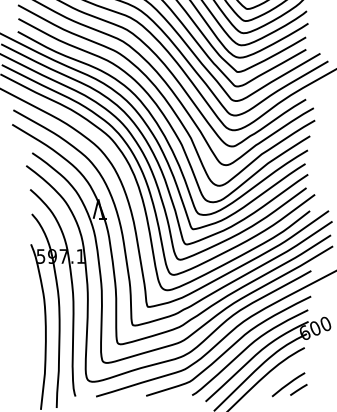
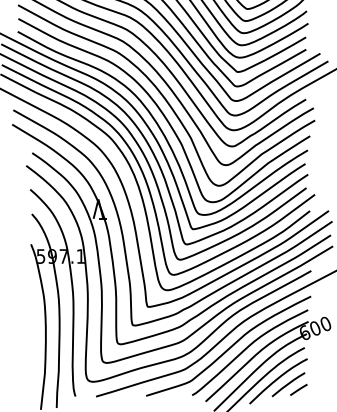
curve at (277, 380): none -> present
